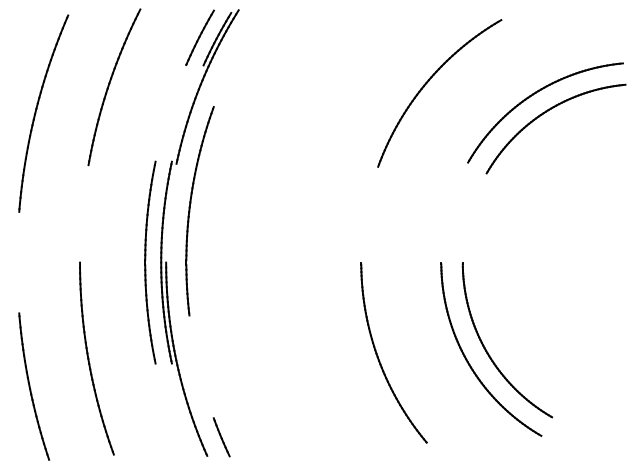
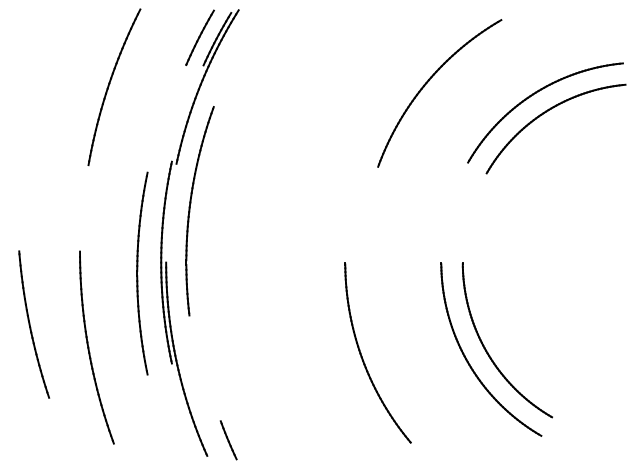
part at (36, 113): present -> none
part at (150, 262) position: (150, 262) -> (142, 273)
part at (89, 358) position: (89, 358) -> (89, 347)
part at (379, 358) position: (379, 358) -> (363, 358)
part at (34, 386) position: (34, 386) -> (34, 324)
line at (221, 437) position: (221, 437) -> (228, 440)
